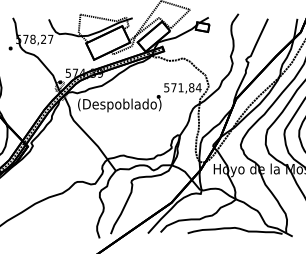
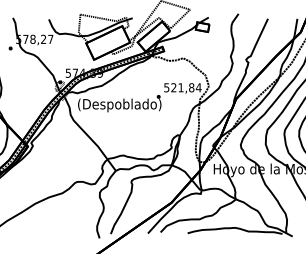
text at (173, 87): 571,84 -> 521,84
